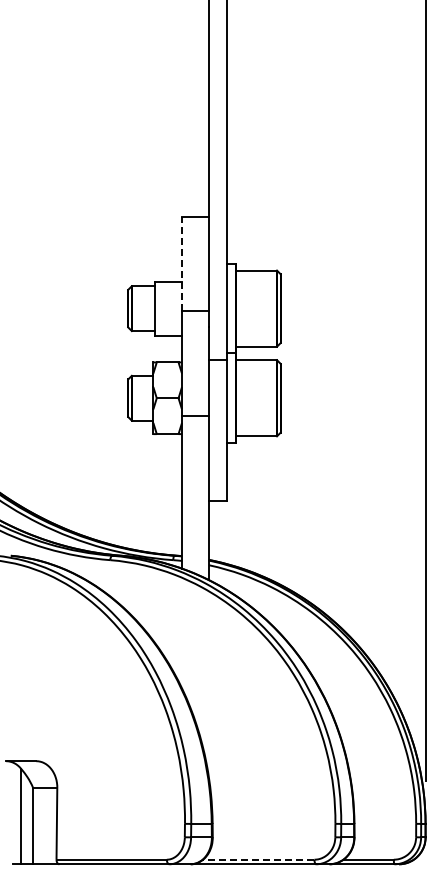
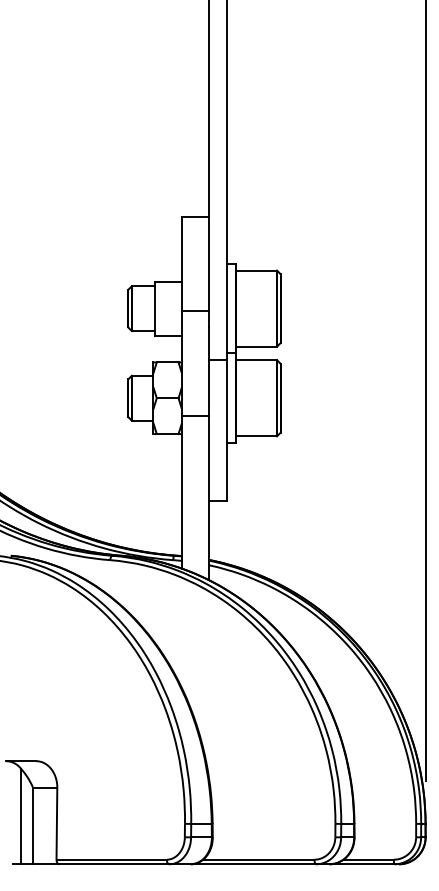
line at (182, 263): dashed -> solid
line at (258, 859): dashed -> solid
